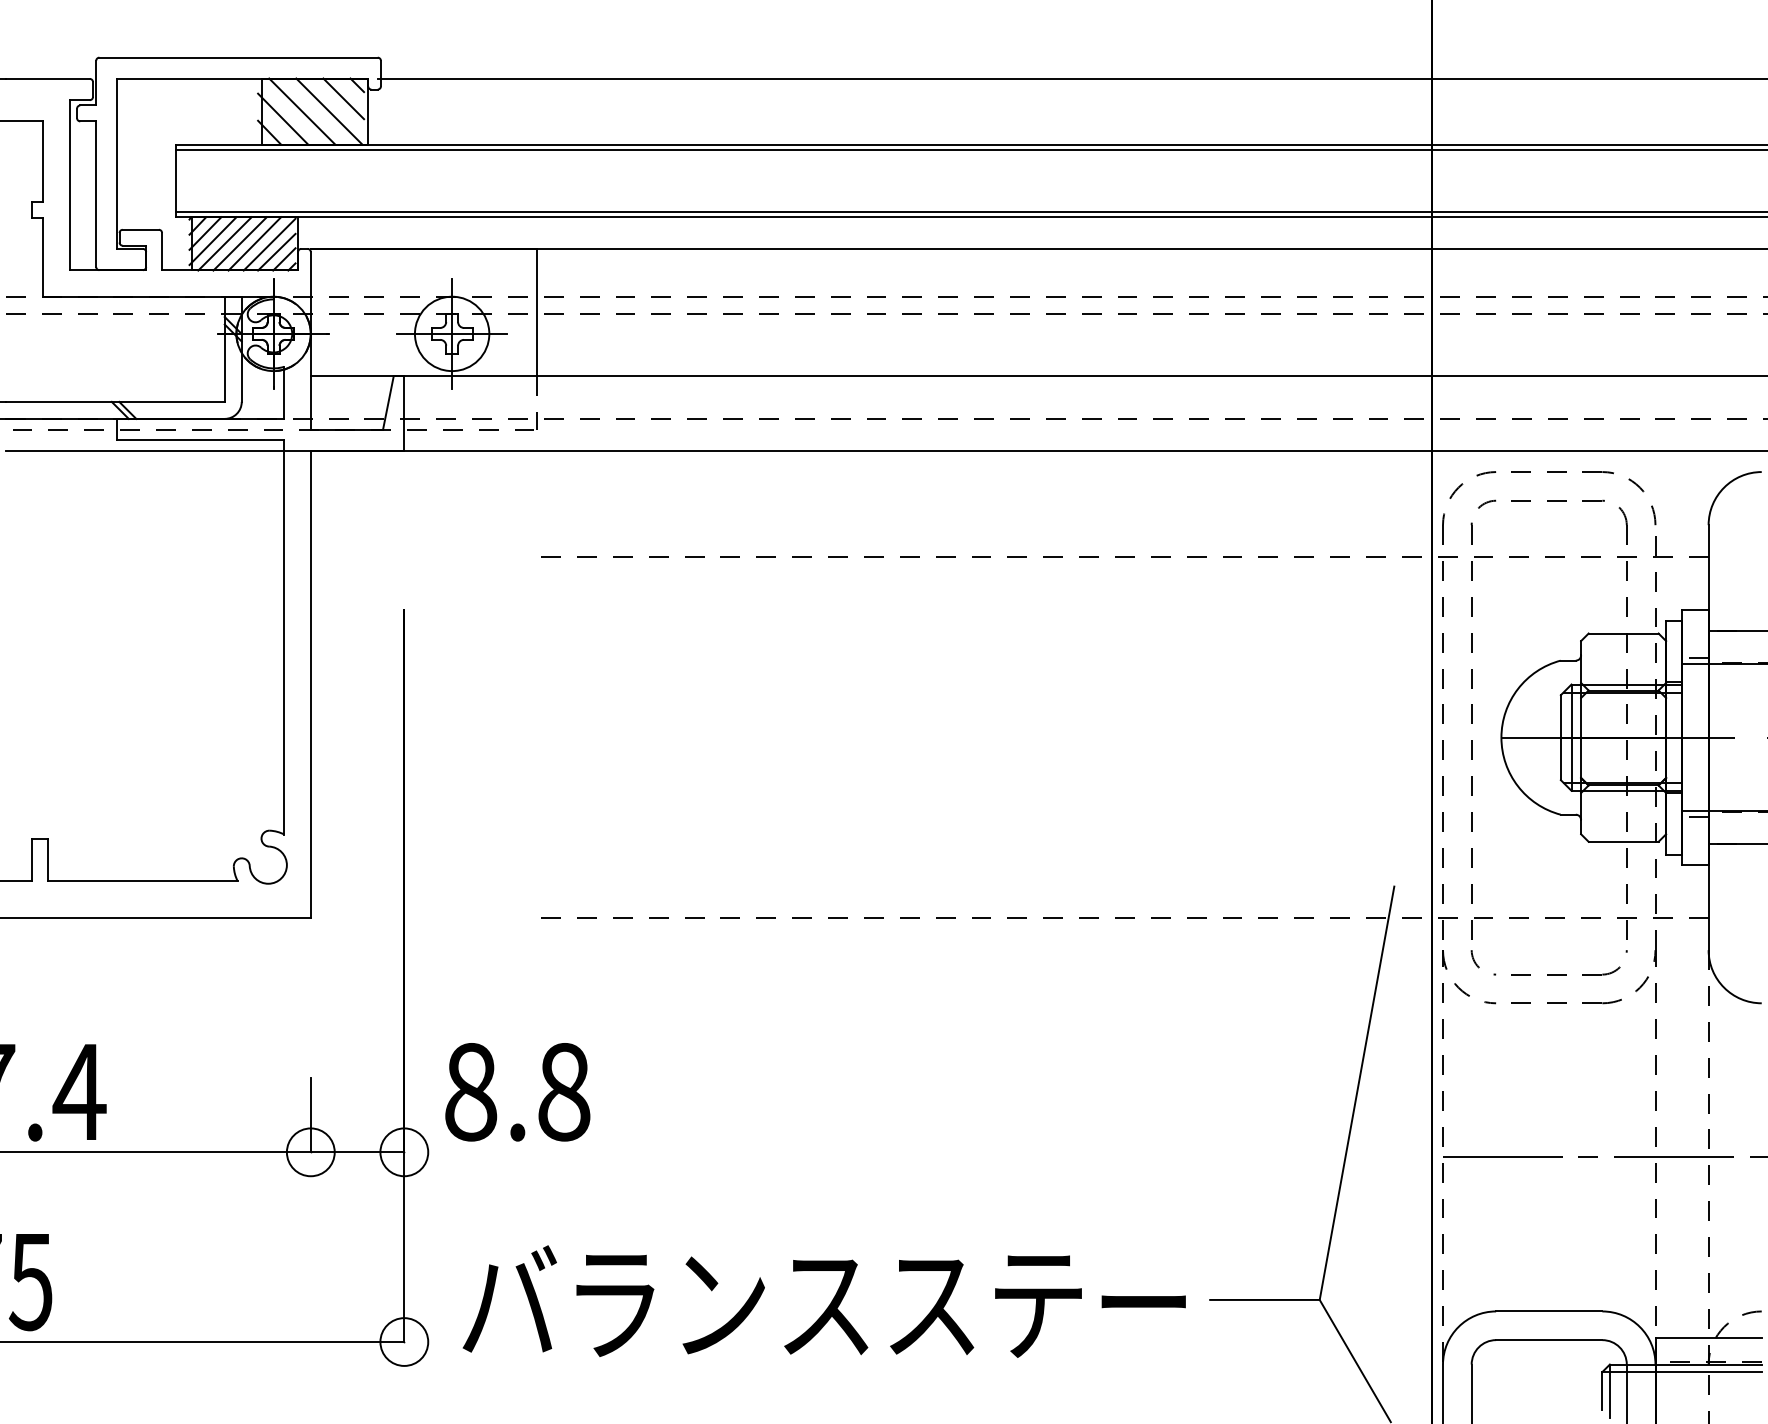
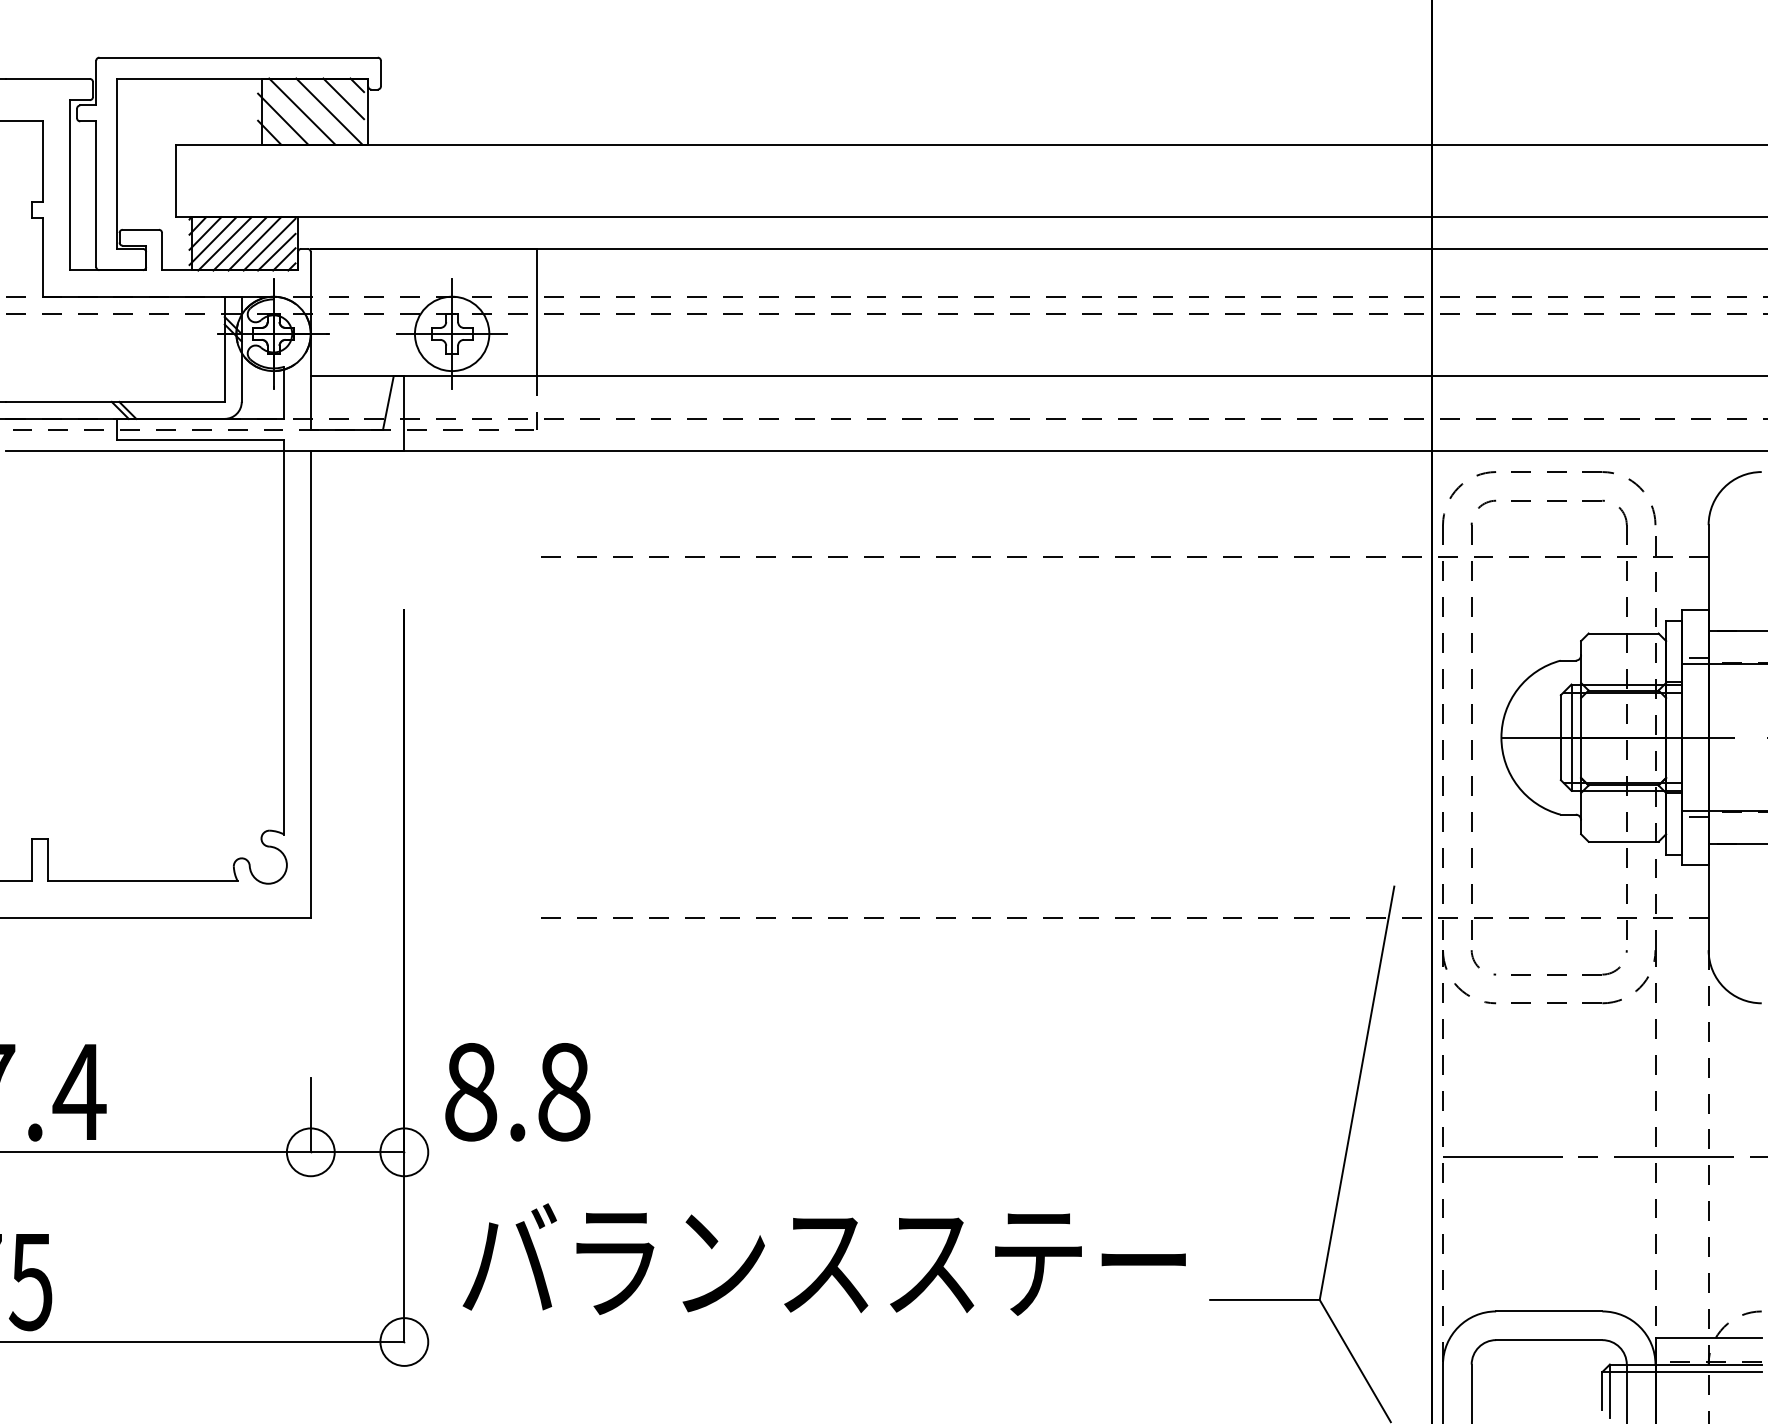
line at (1070, 78): present -> none
line at (969, 150): present -> none
line at (969, 211): present -> none
text at (823, 1301) position: (823, 1301) -> (823, 1259)
